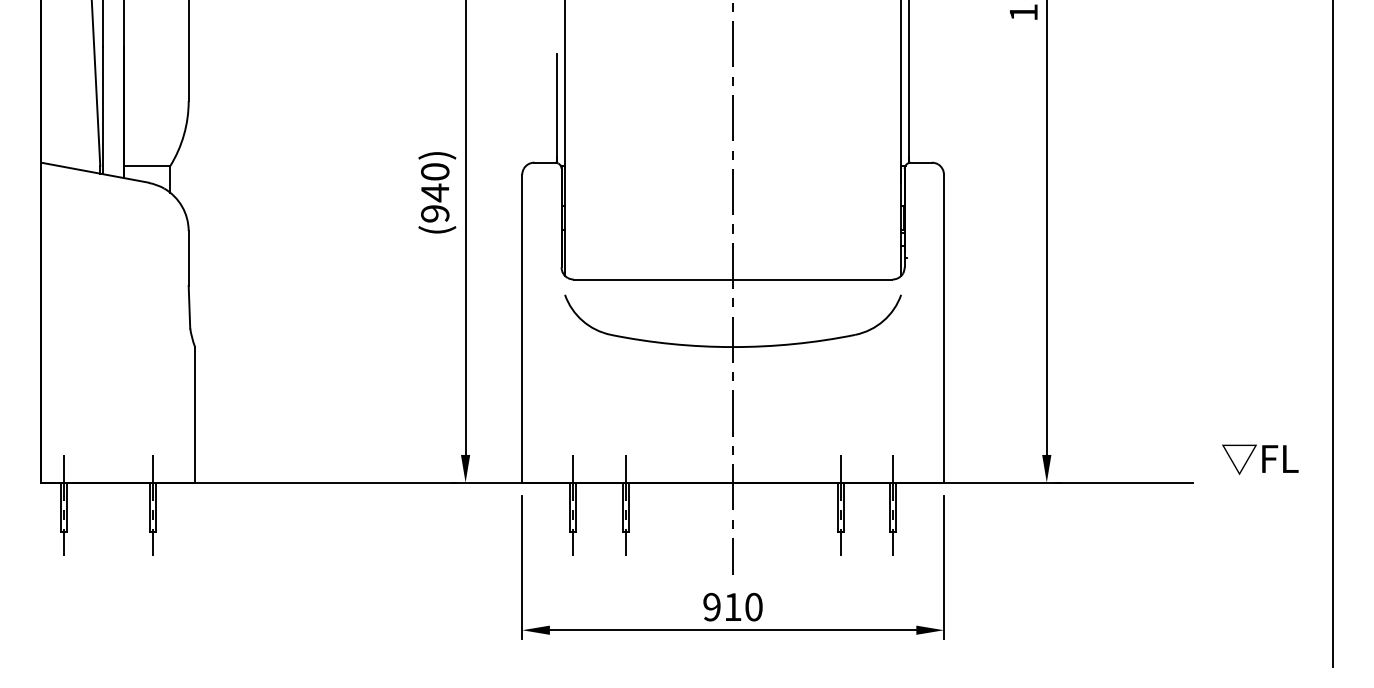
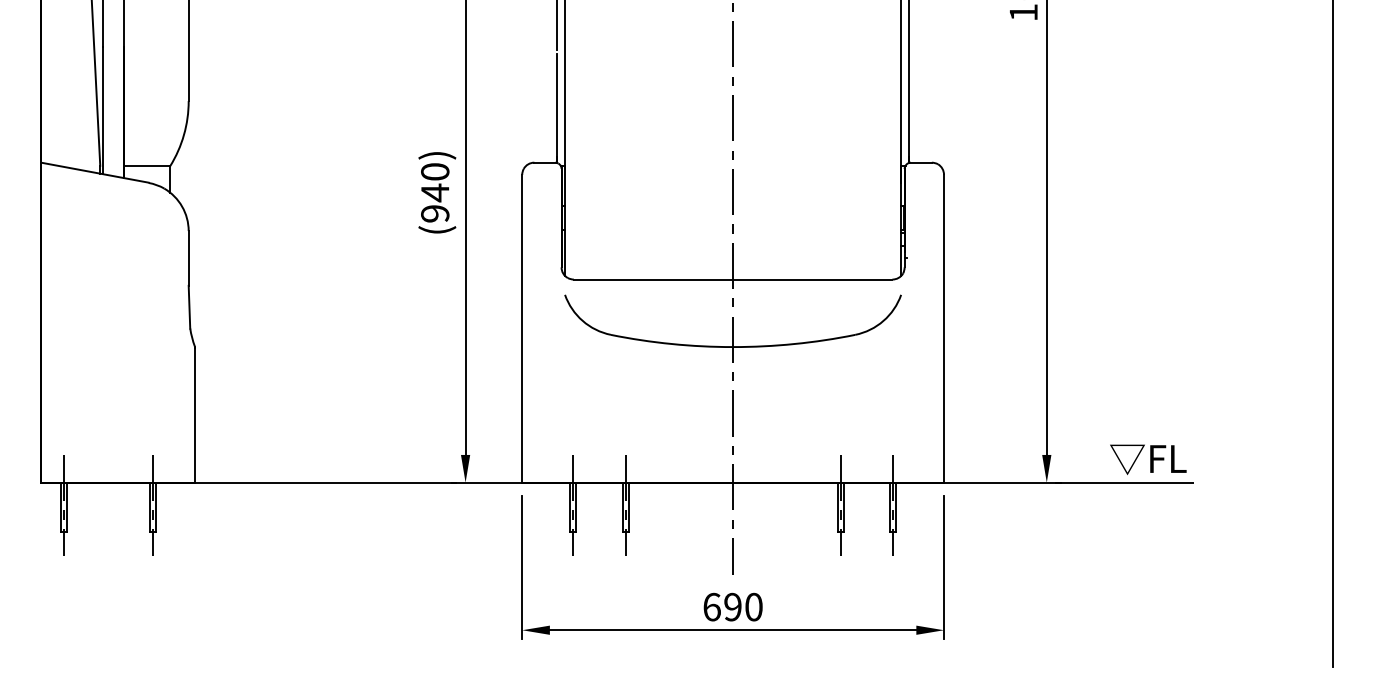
line at (556, 26): none -> present
text at (1260, 459) position: (1260, 459) -> (1148, 459)
text at (722, 606): 910 -> 690
